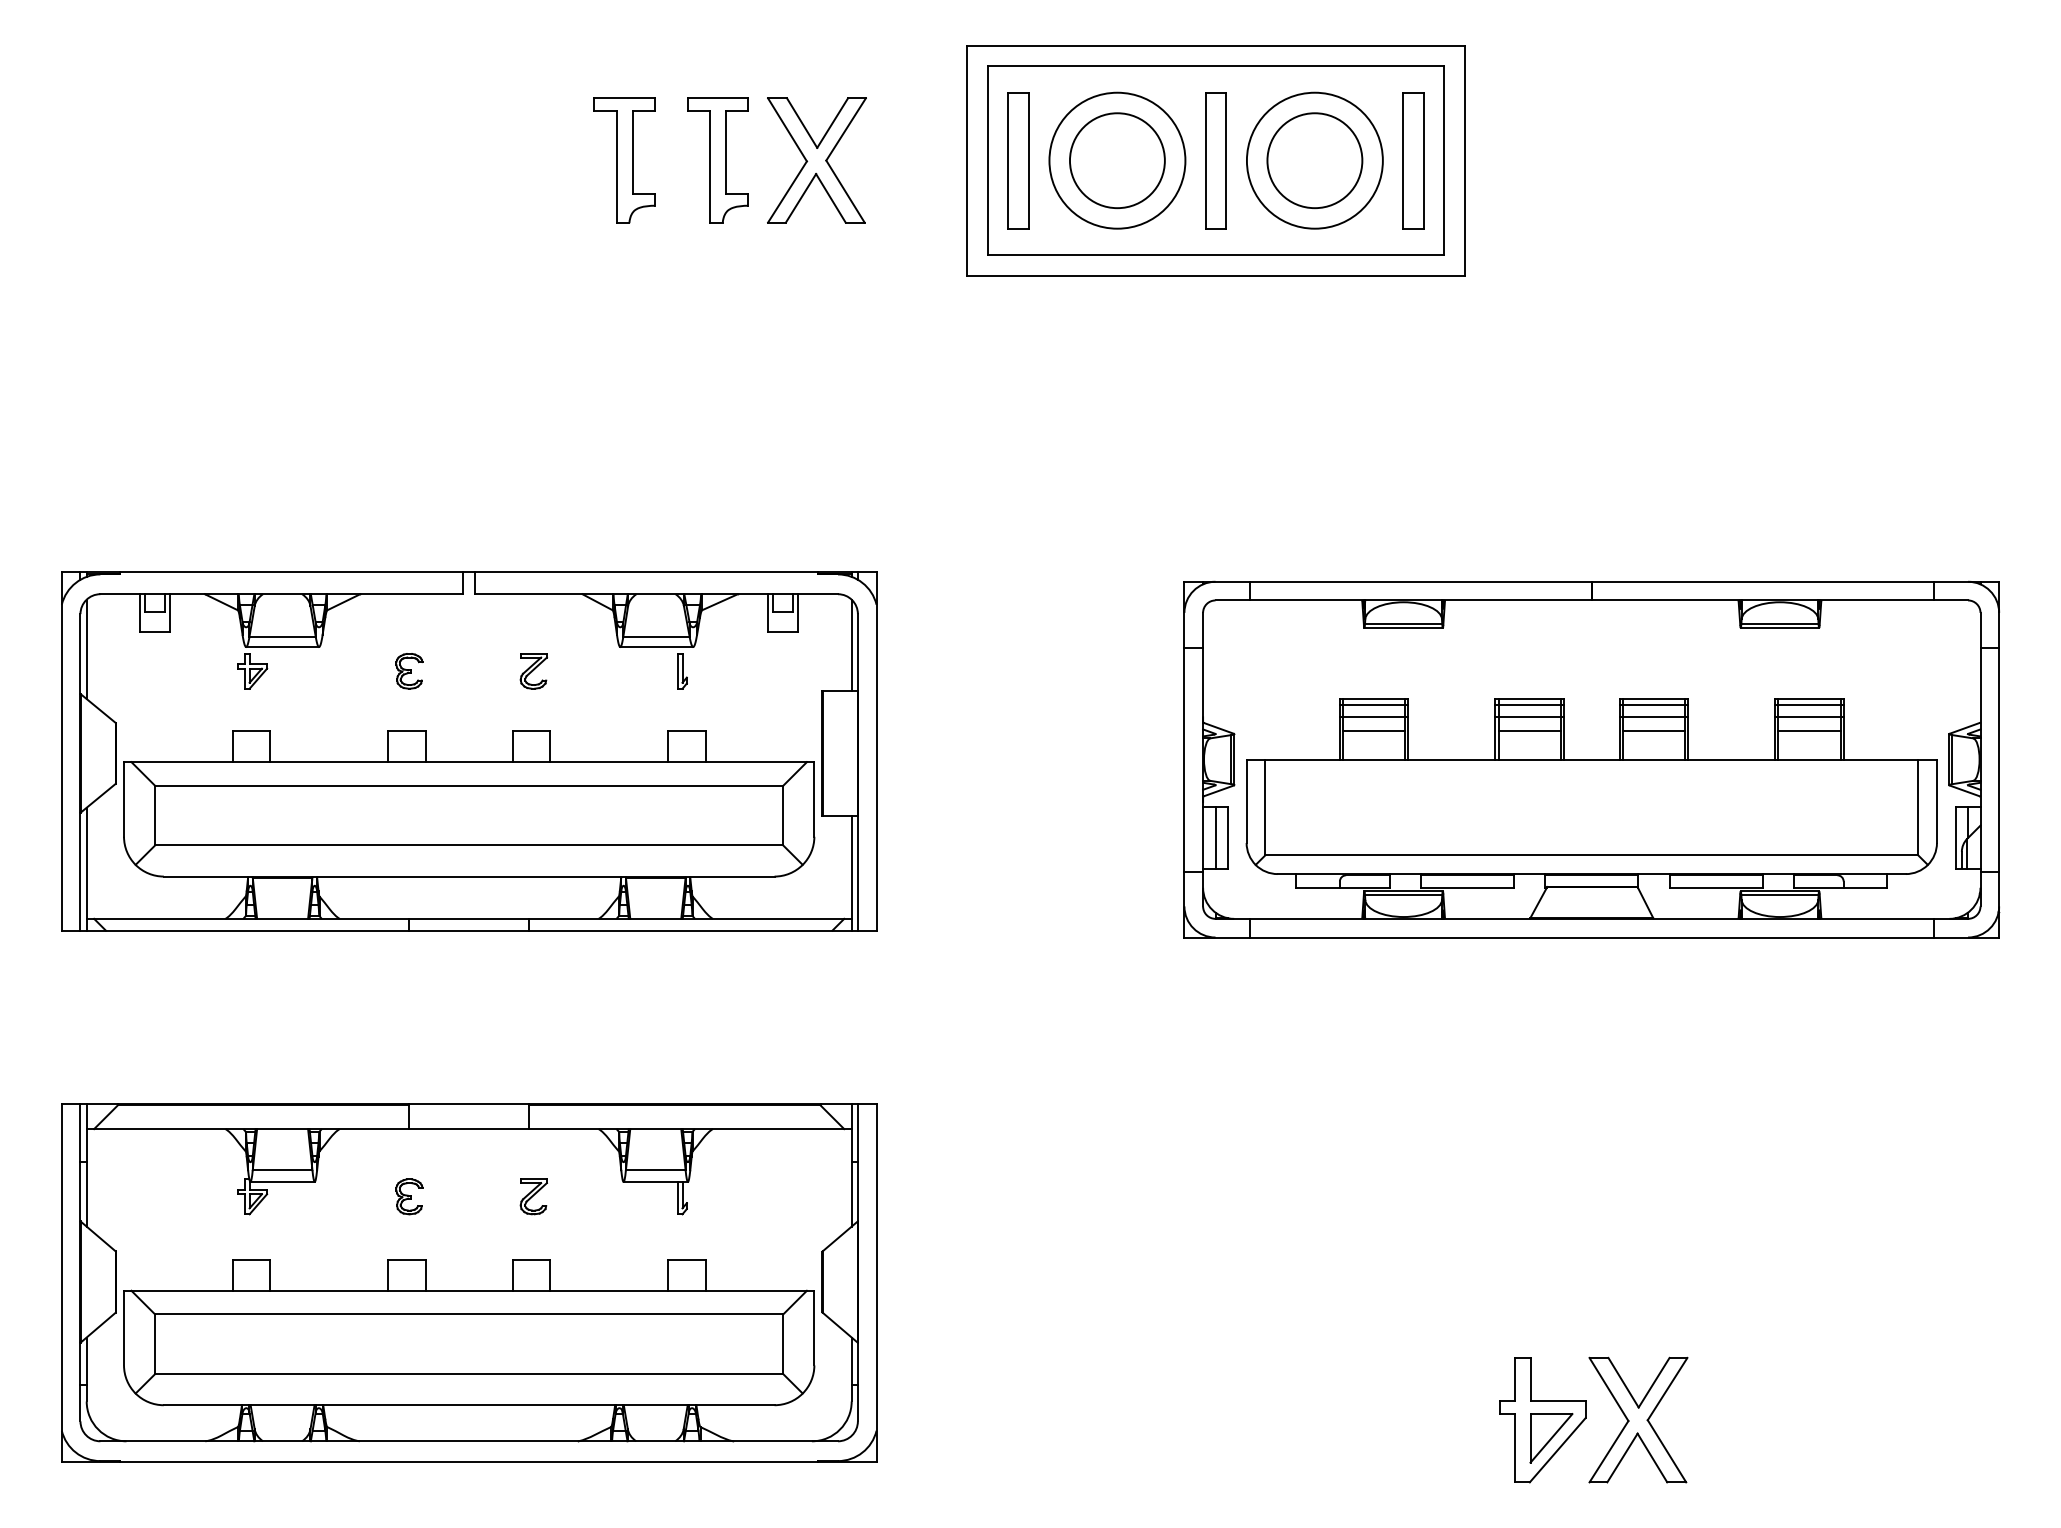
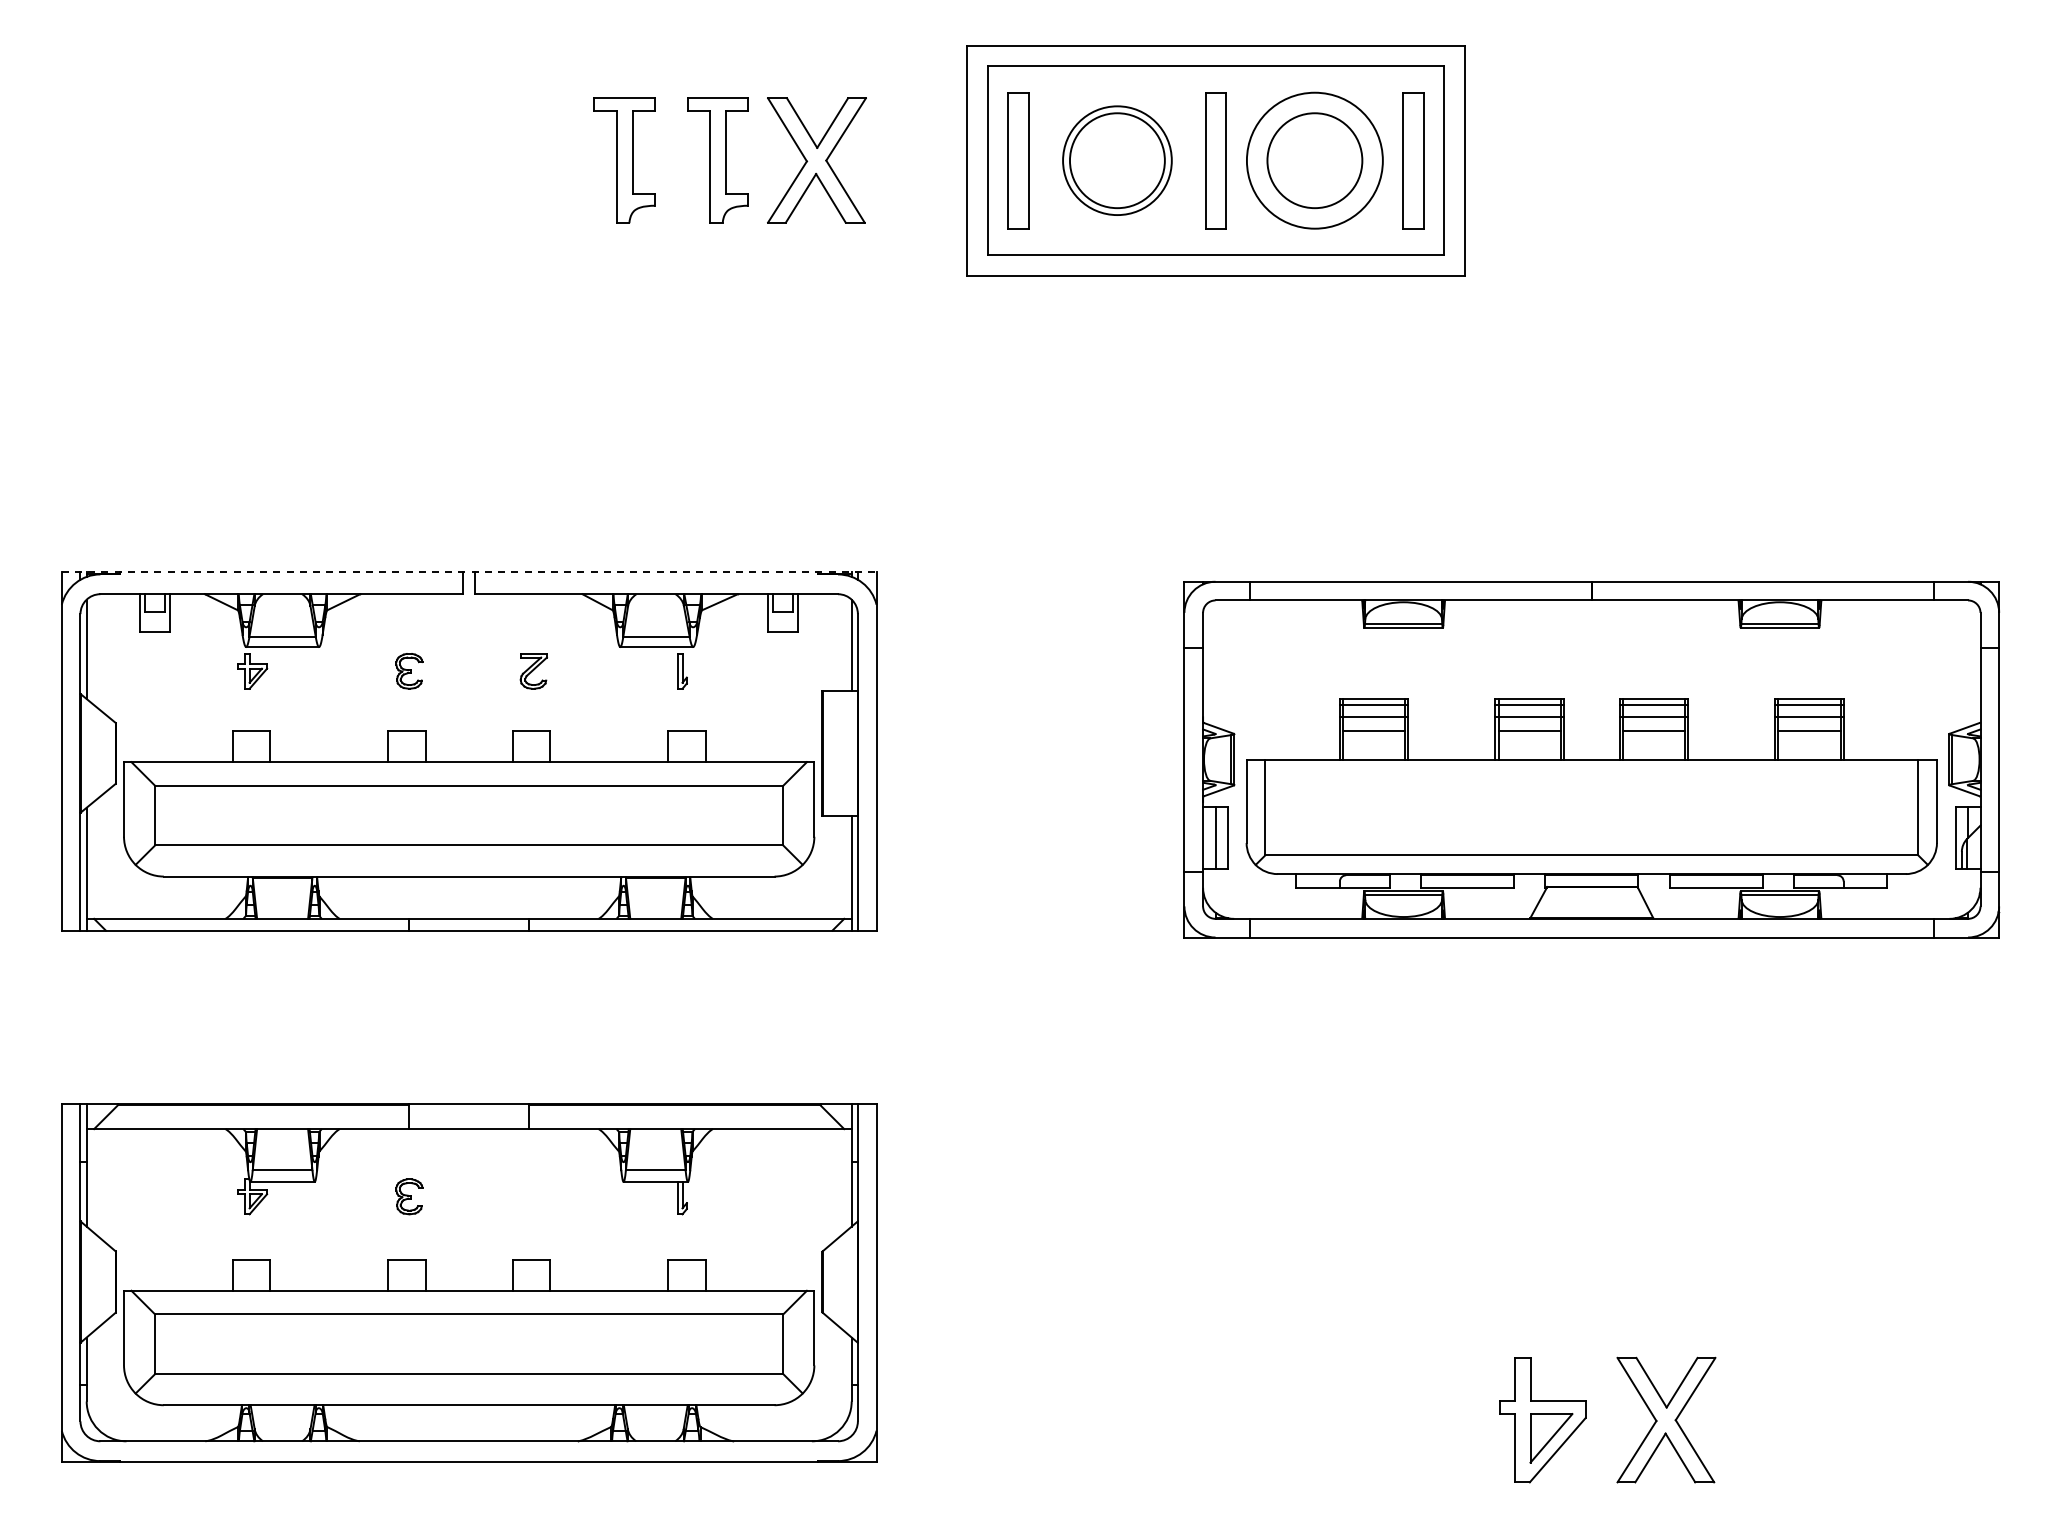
circle at (1117, 160) diameter: 136 px -> 109 px
line at (469, 572): solid -> dashed
part at (533, 1196): present -> none
part at (1638, 1419) position: (1638, 1419) -> (1666, 1419)
